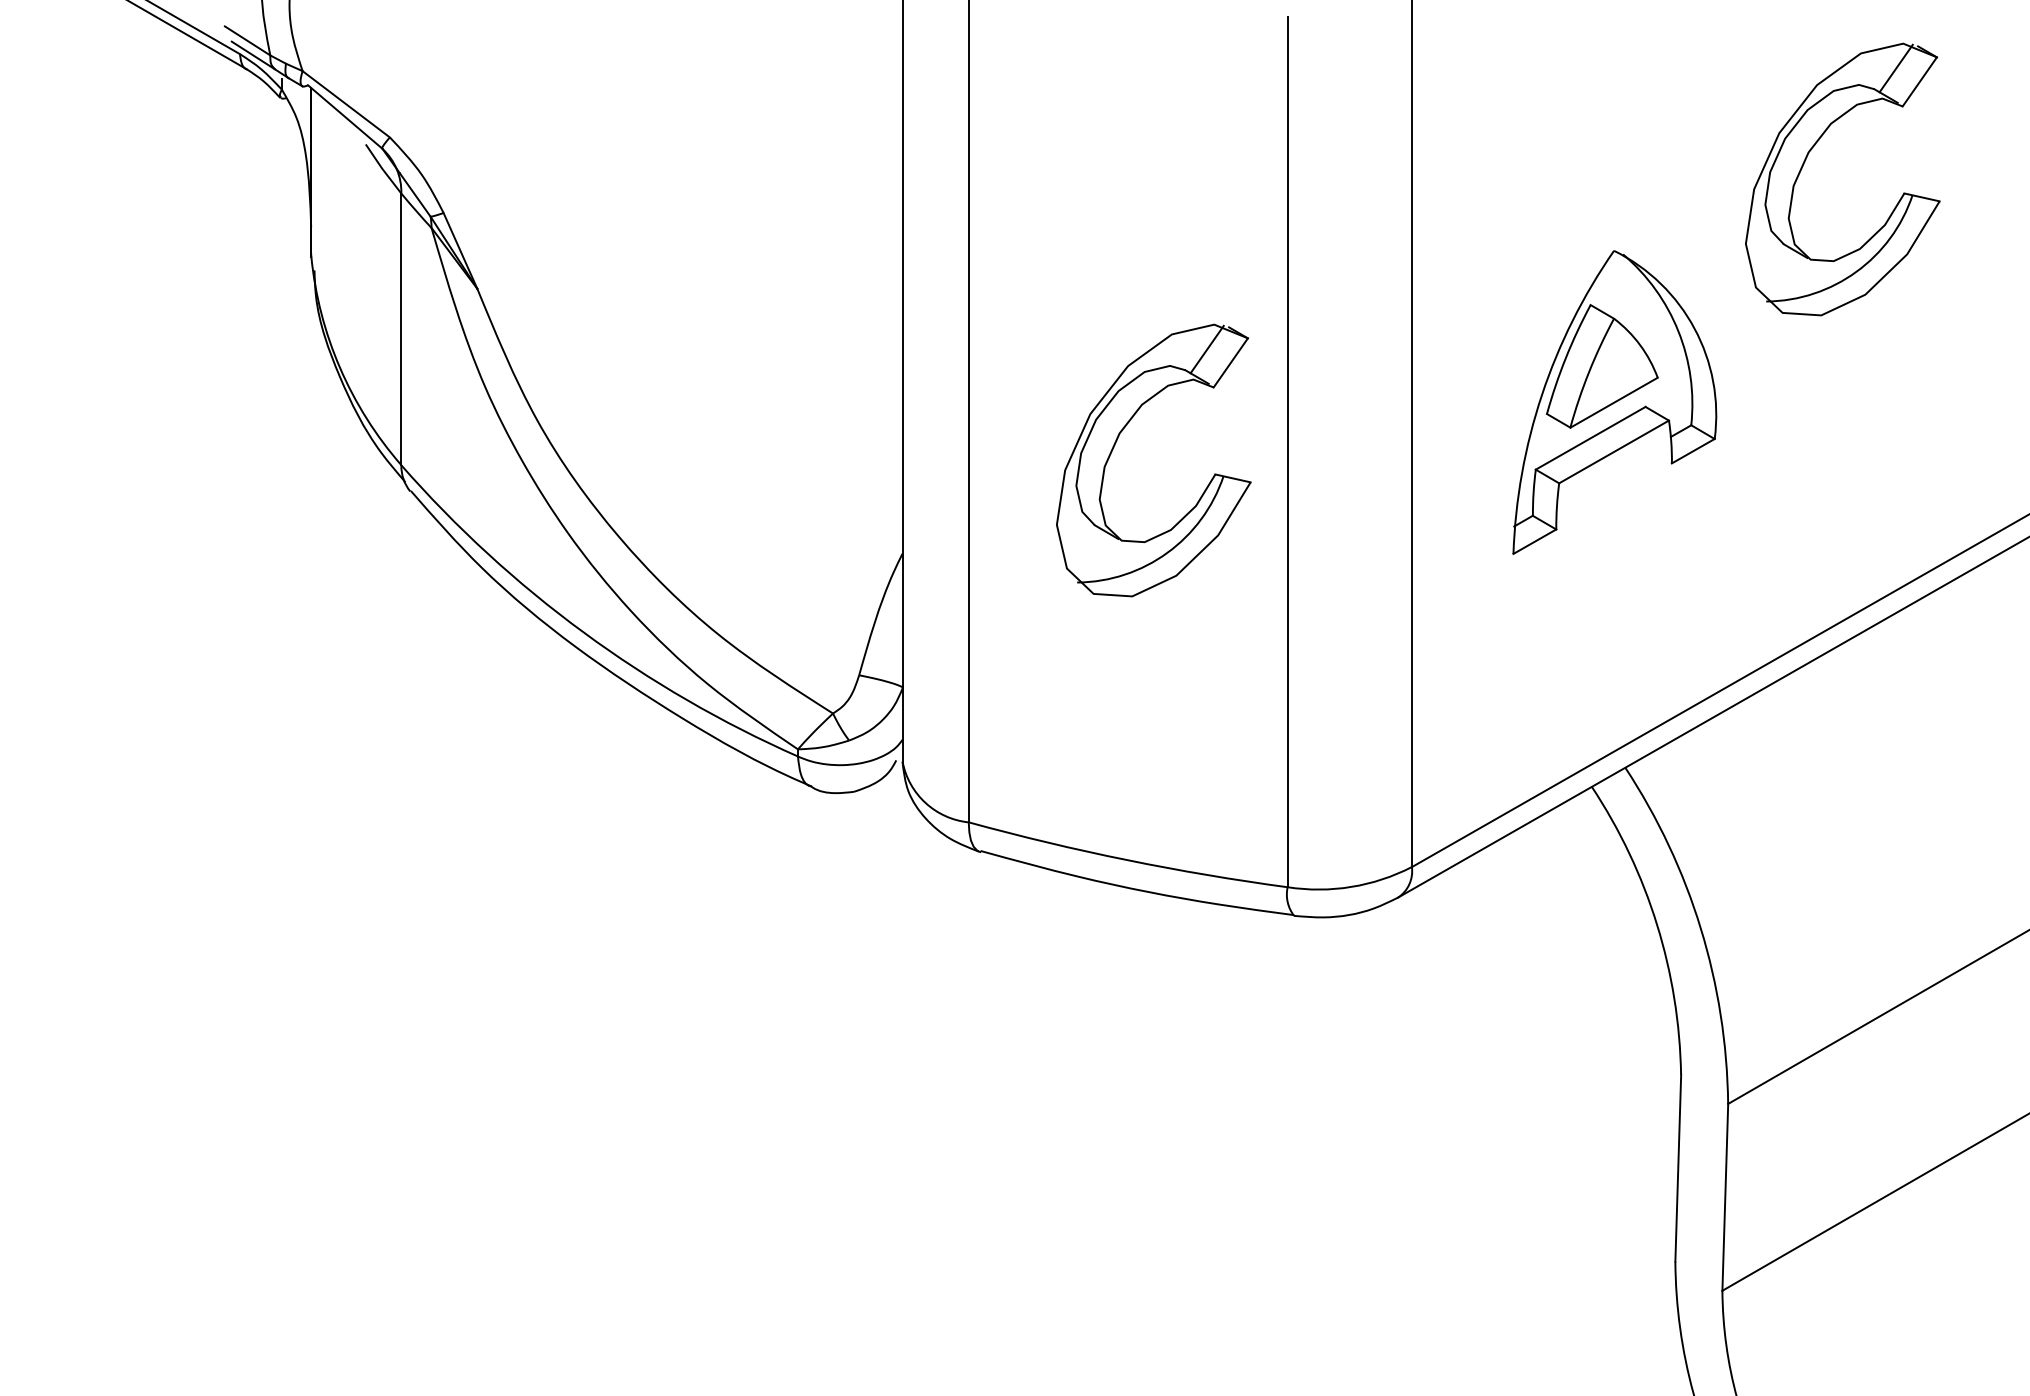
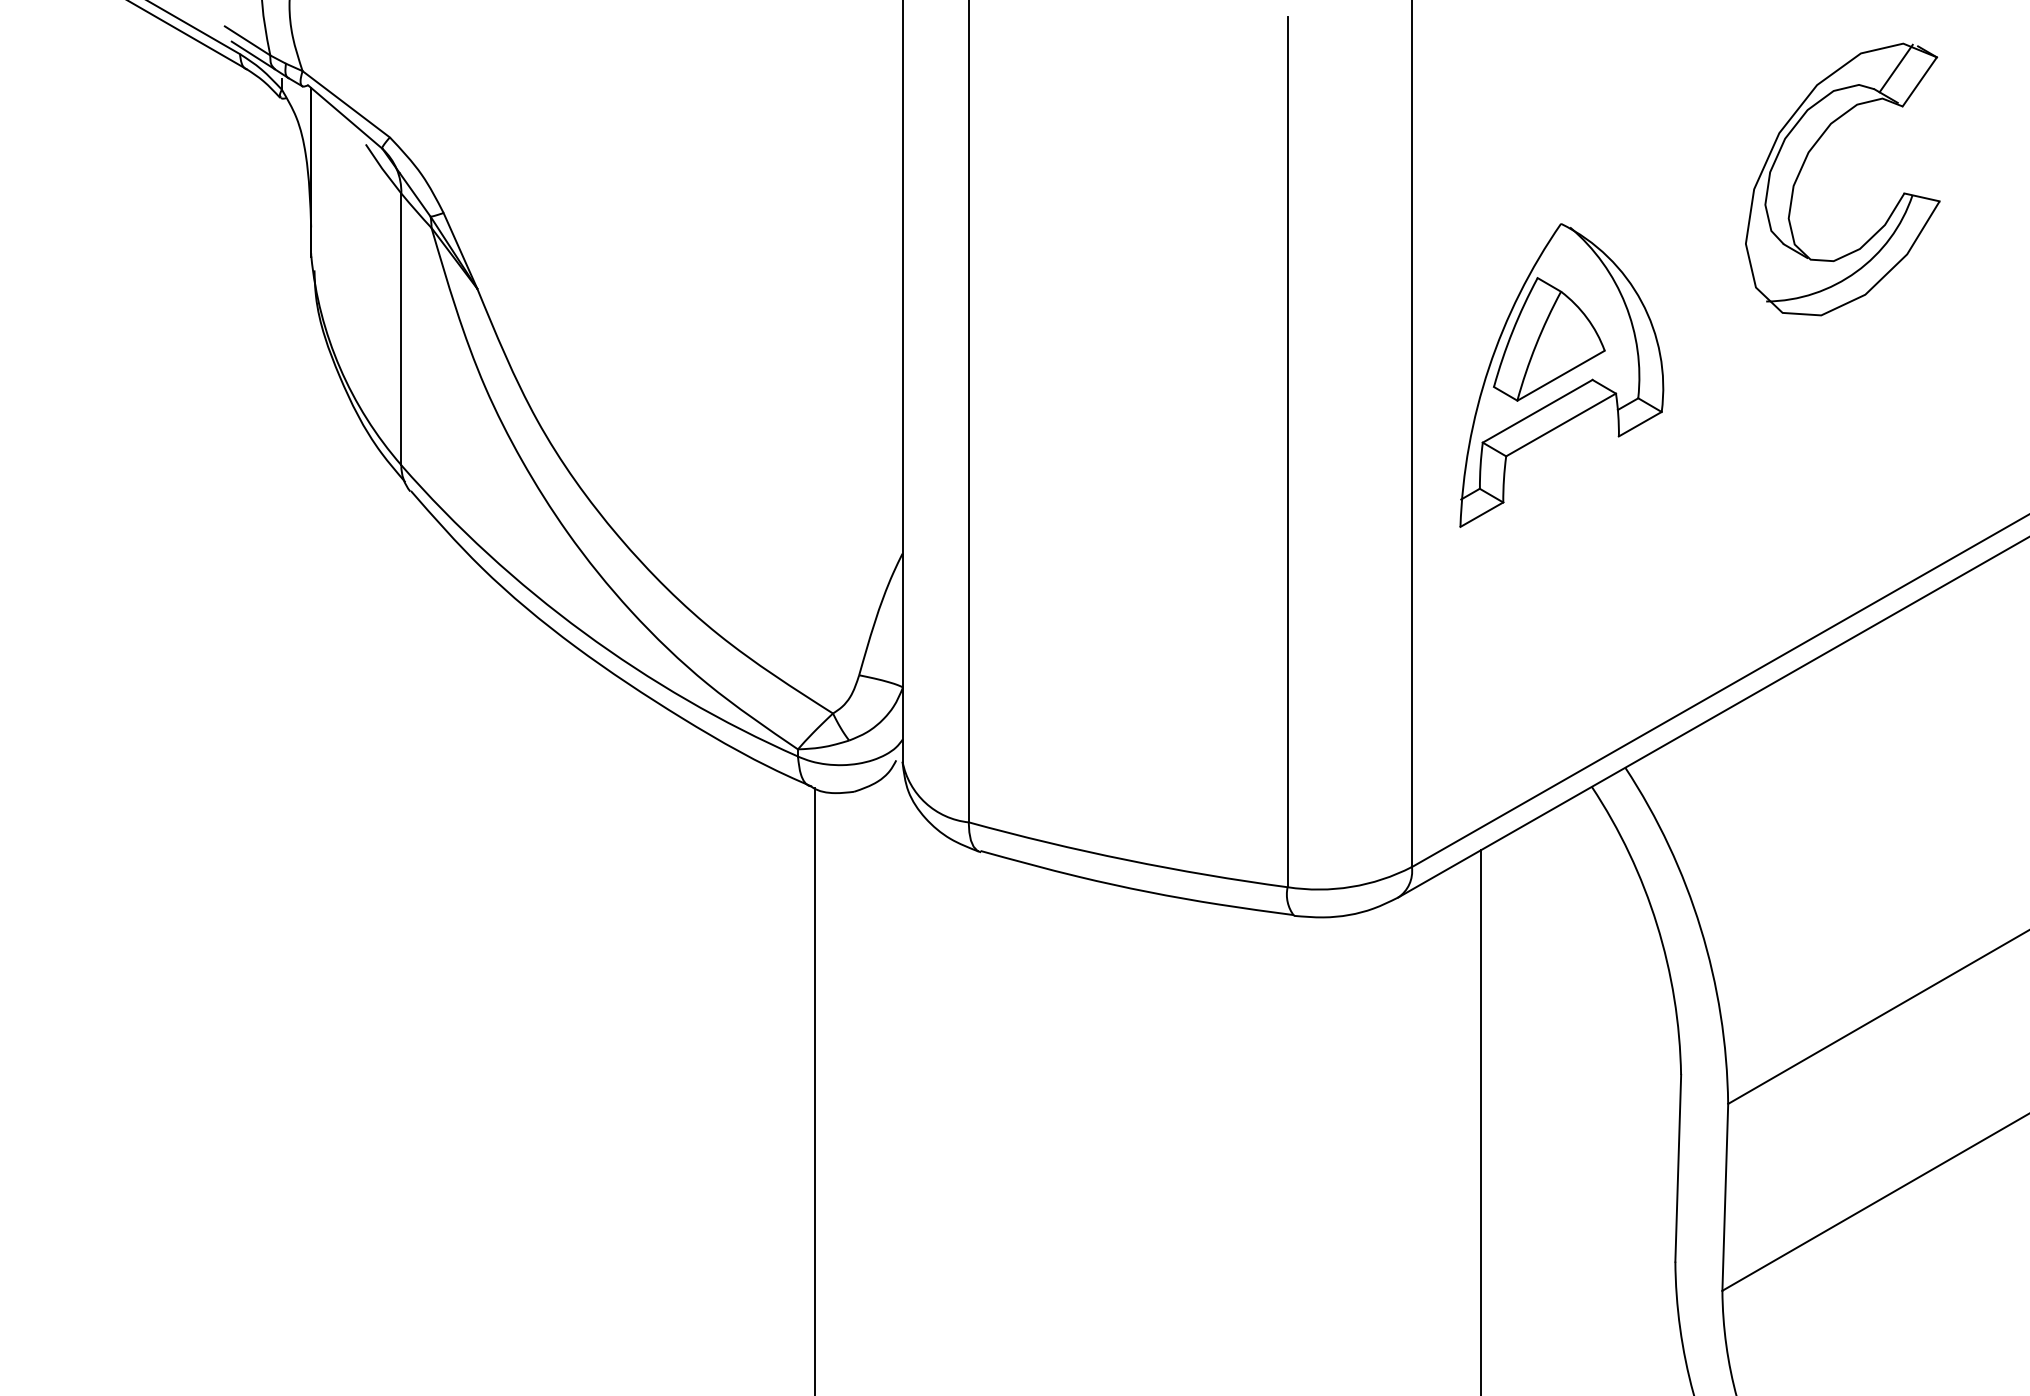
part at (1614, 402) position: (1614, 402) -> (1561, 375)
part at (1116, 443): present -> none
line at (815, 1090): none -> present
line at (1481, 1121): none -> present
